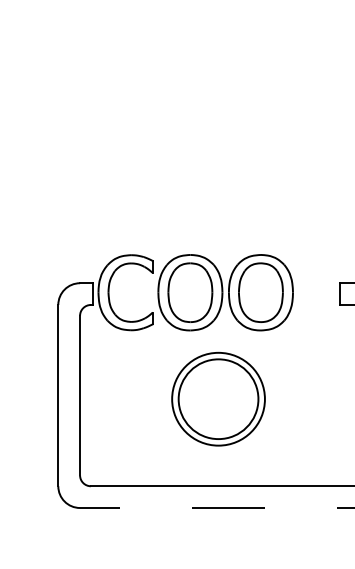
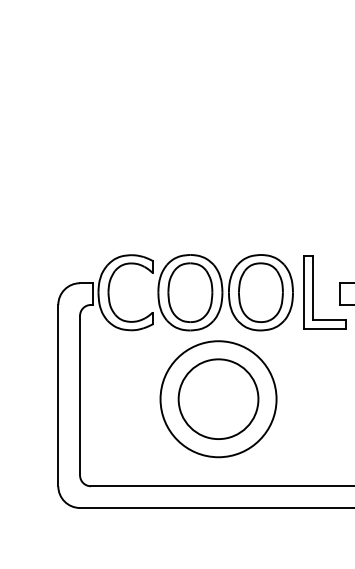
part at (313, 292): none -> present
circle at (218, 398) diameter: 93 px -> 116 px
line at (216, 508): dashed -> solid
